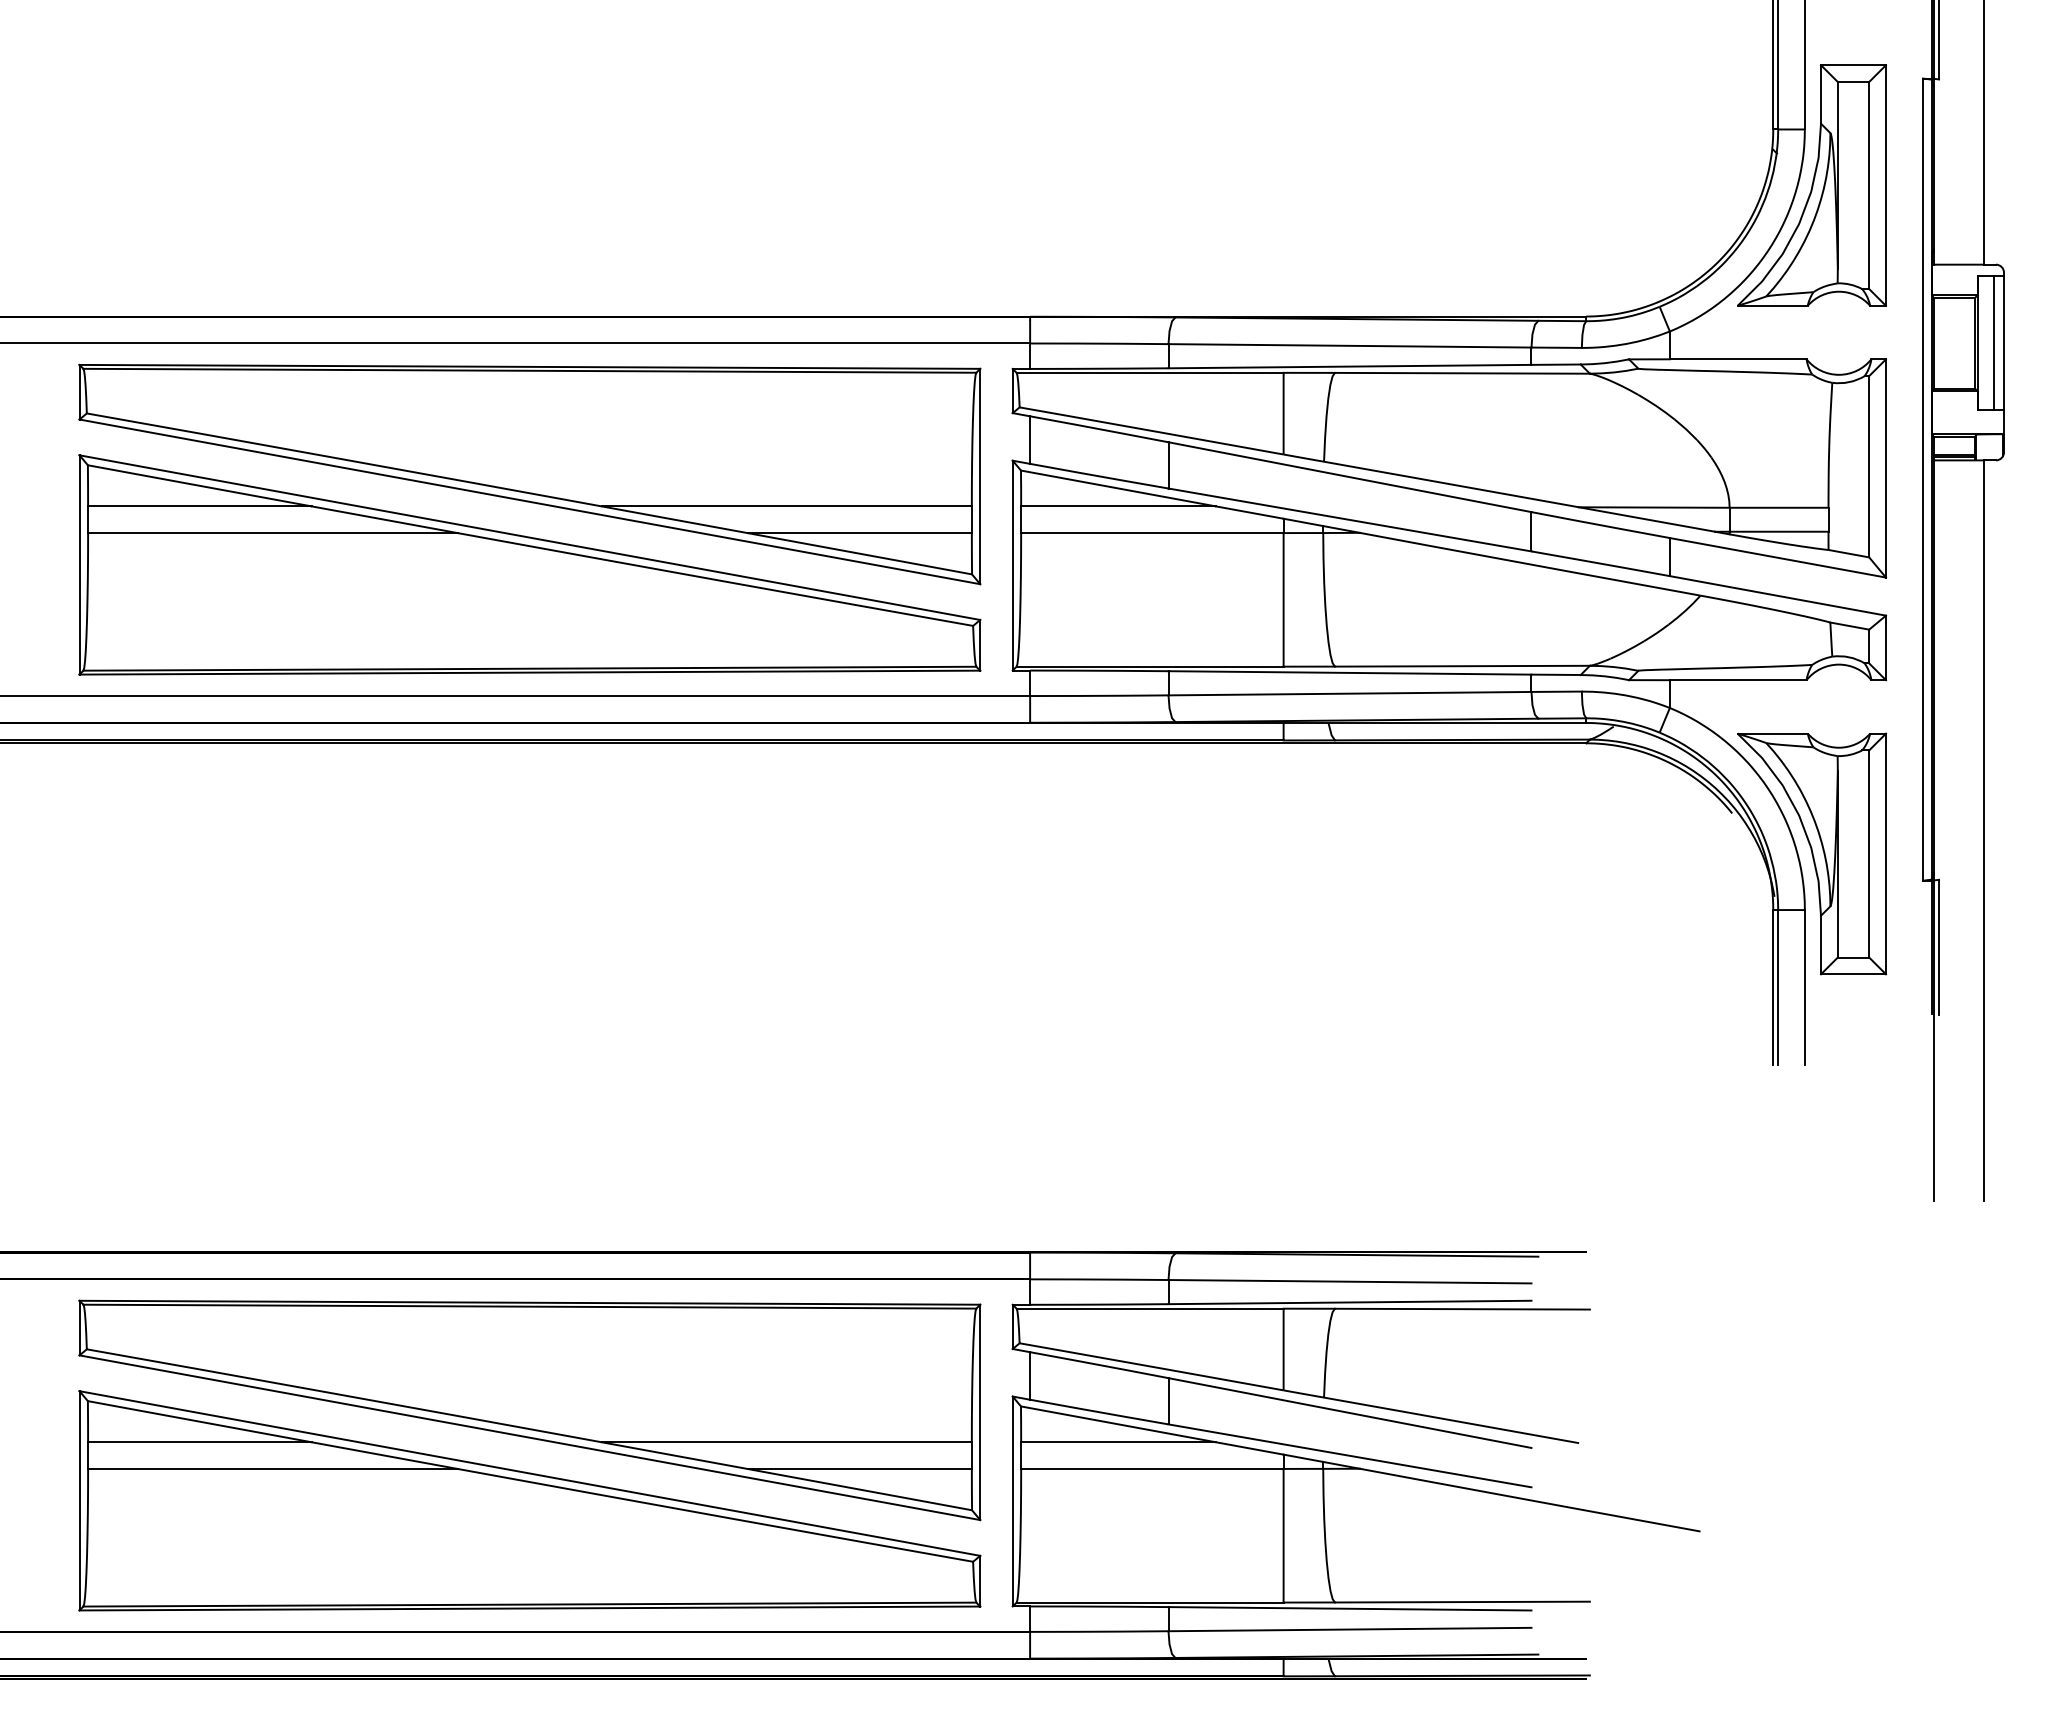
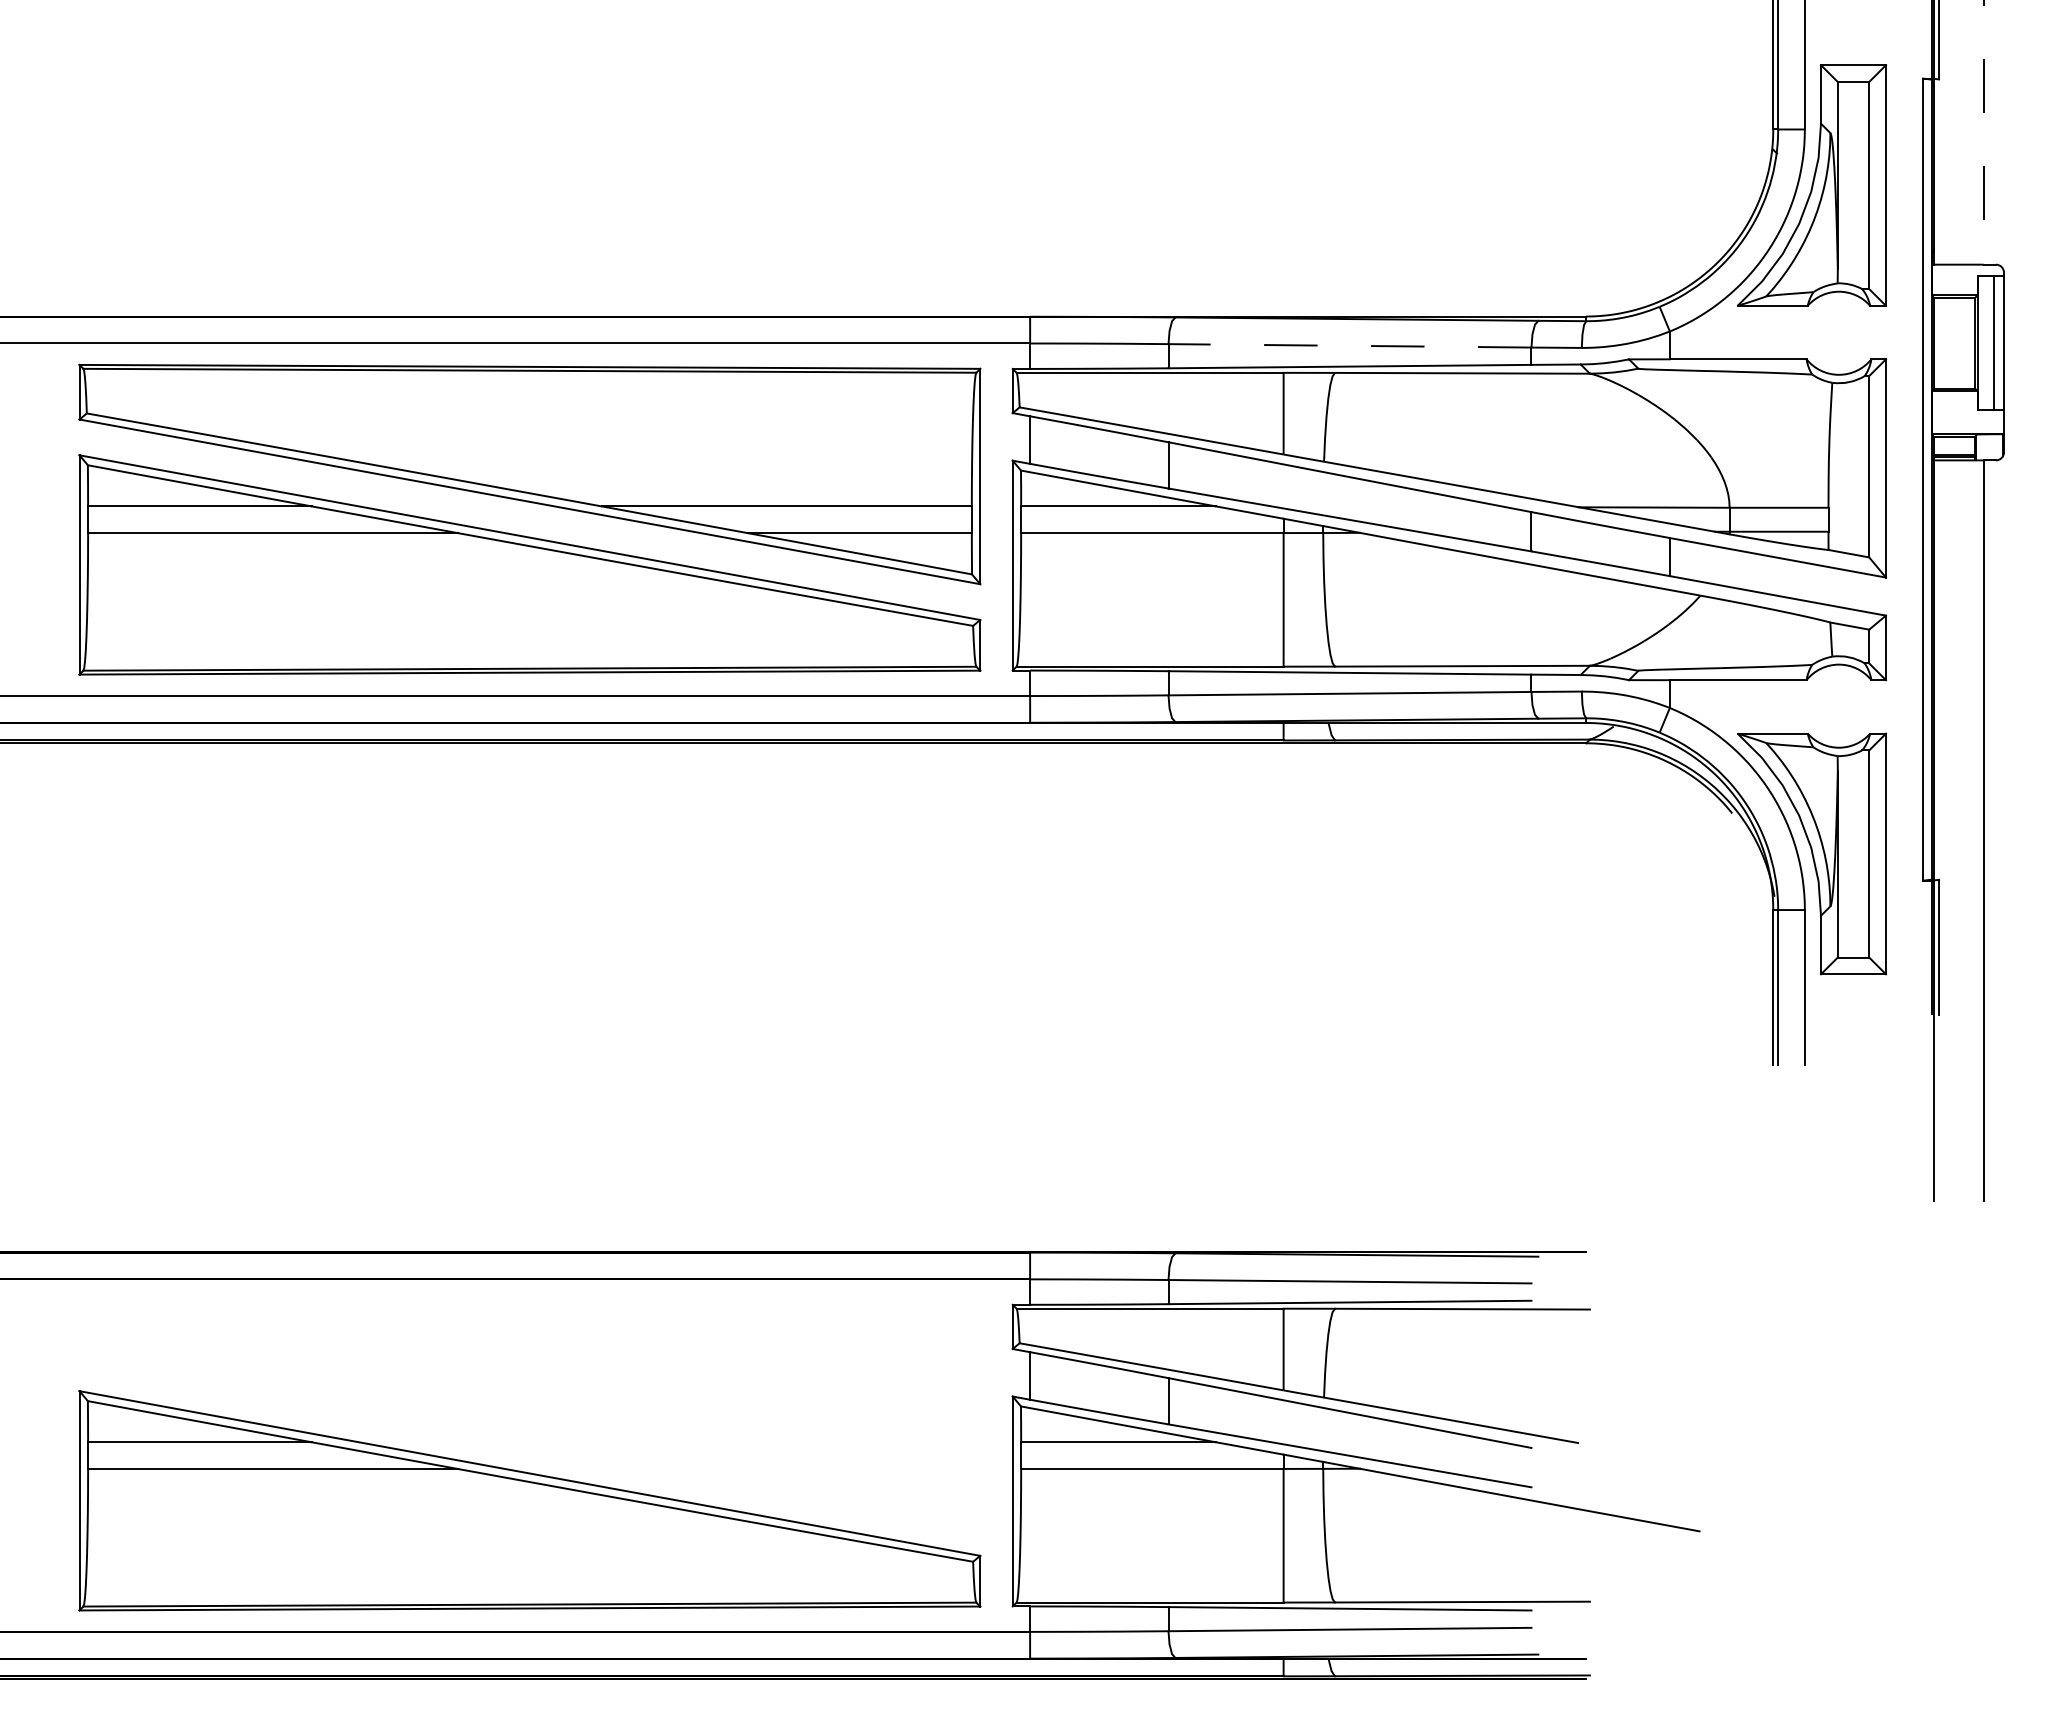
line at (1983, 132): solid -> dashed
line at (1349, 345): solid -> dashed
part at (529, 1410): present -> none
